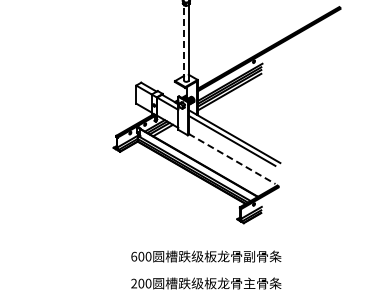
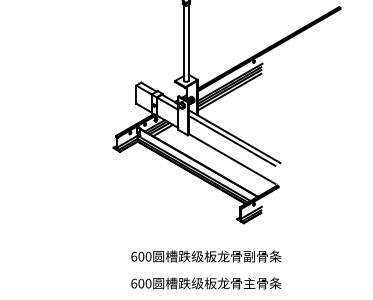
line at (184, 42): dashed -> solid
line at (232, 159): dashed -> solid
text at (134, 283): 200 -> 600
